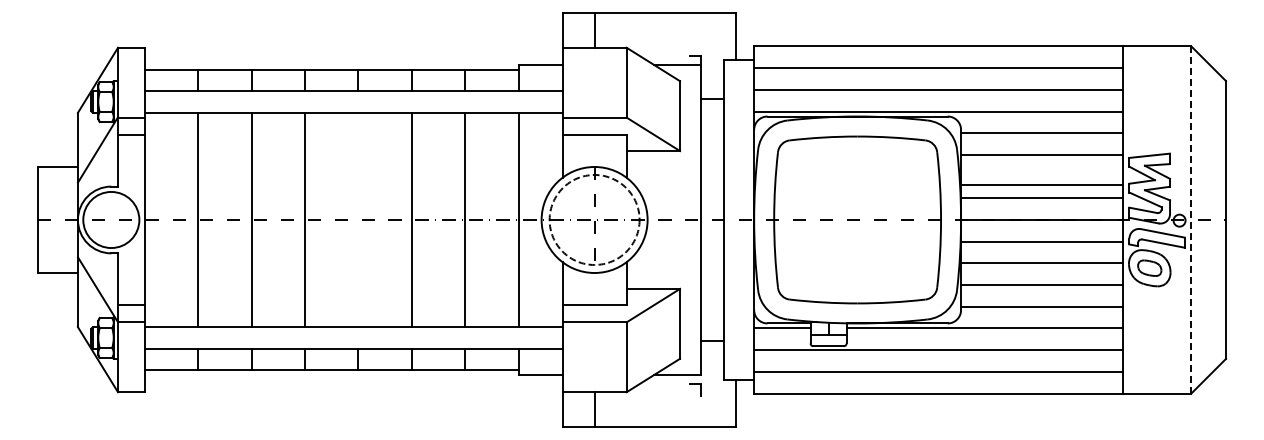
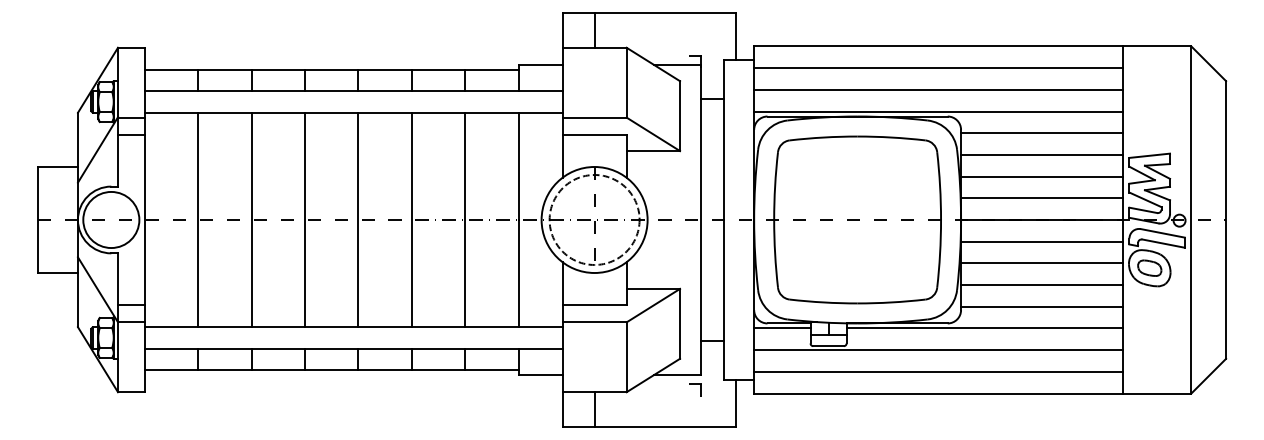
line at (1042, 184) position: (1042, 184) -> (1042, 176)
line at (358, 219): none -> present
line at (1191, 220): dashed -> solid
